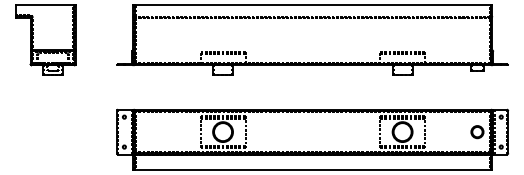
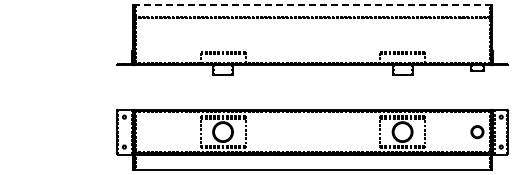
line at (312, 5): solid -> dashed
part at (45, 39): present -> none
